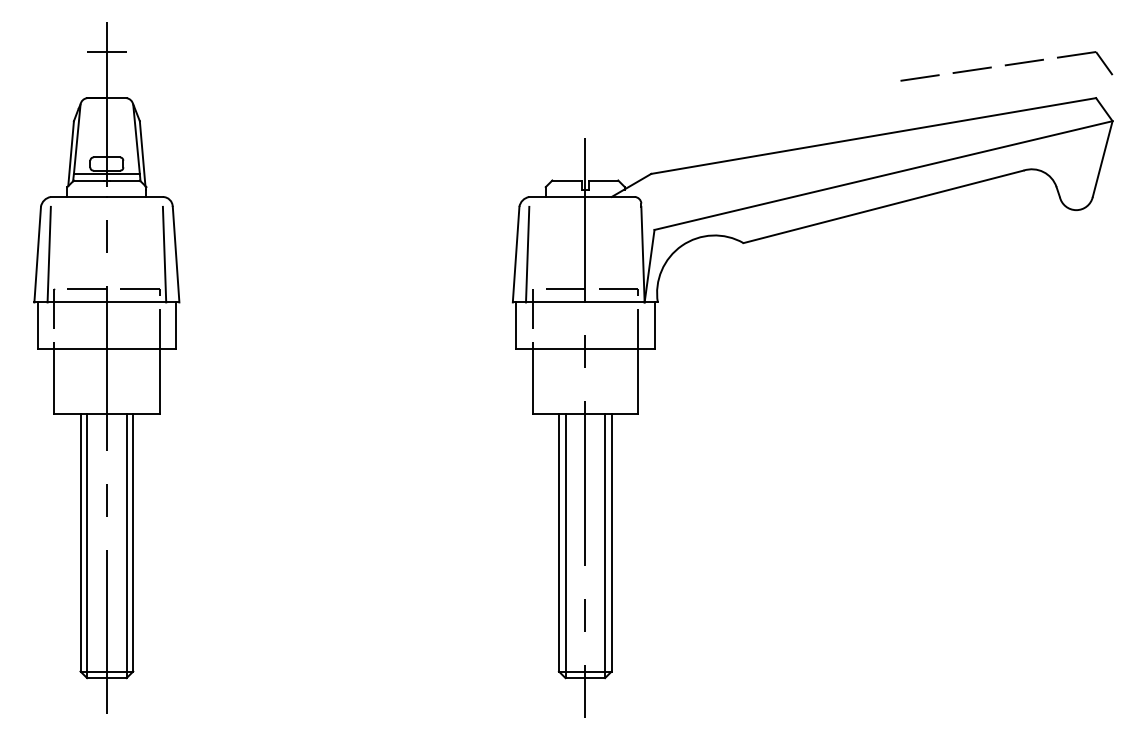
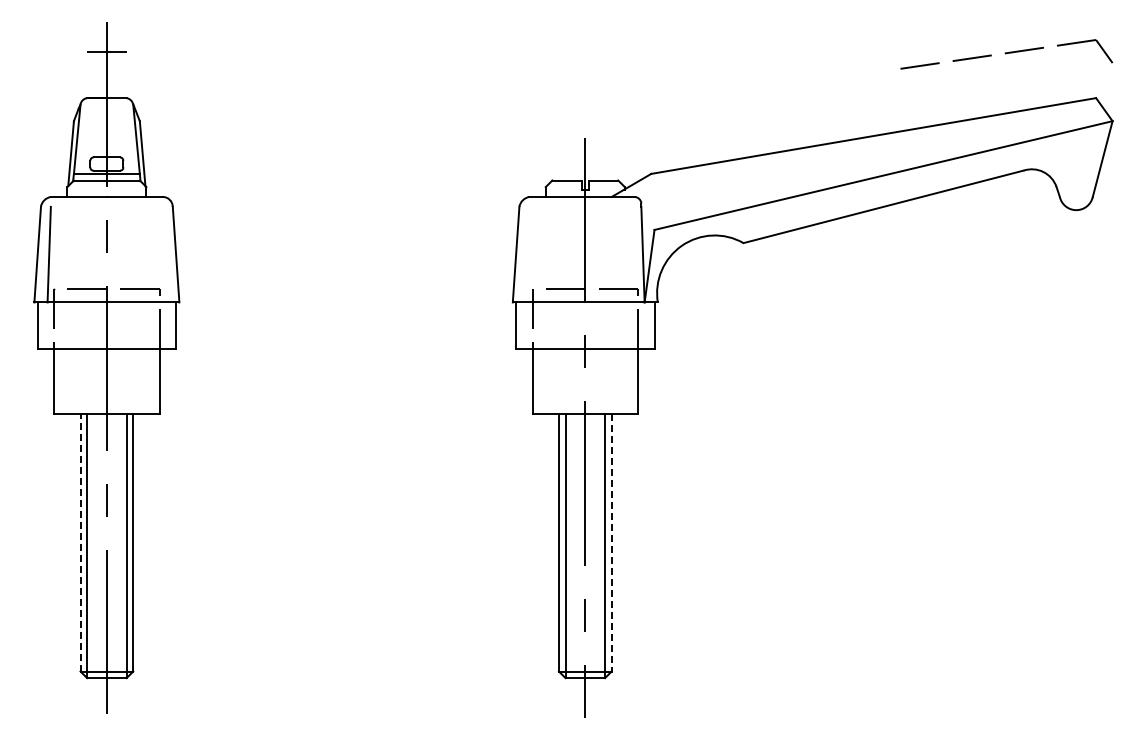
part at (1006, 66) position: (1006, 66) -> (1006, 54)
line at (164, 254): present -> none
line at (527, 254): present -> none
line at (80, 543): solid -> dashed
line at (611, 543): solid -> dashed
